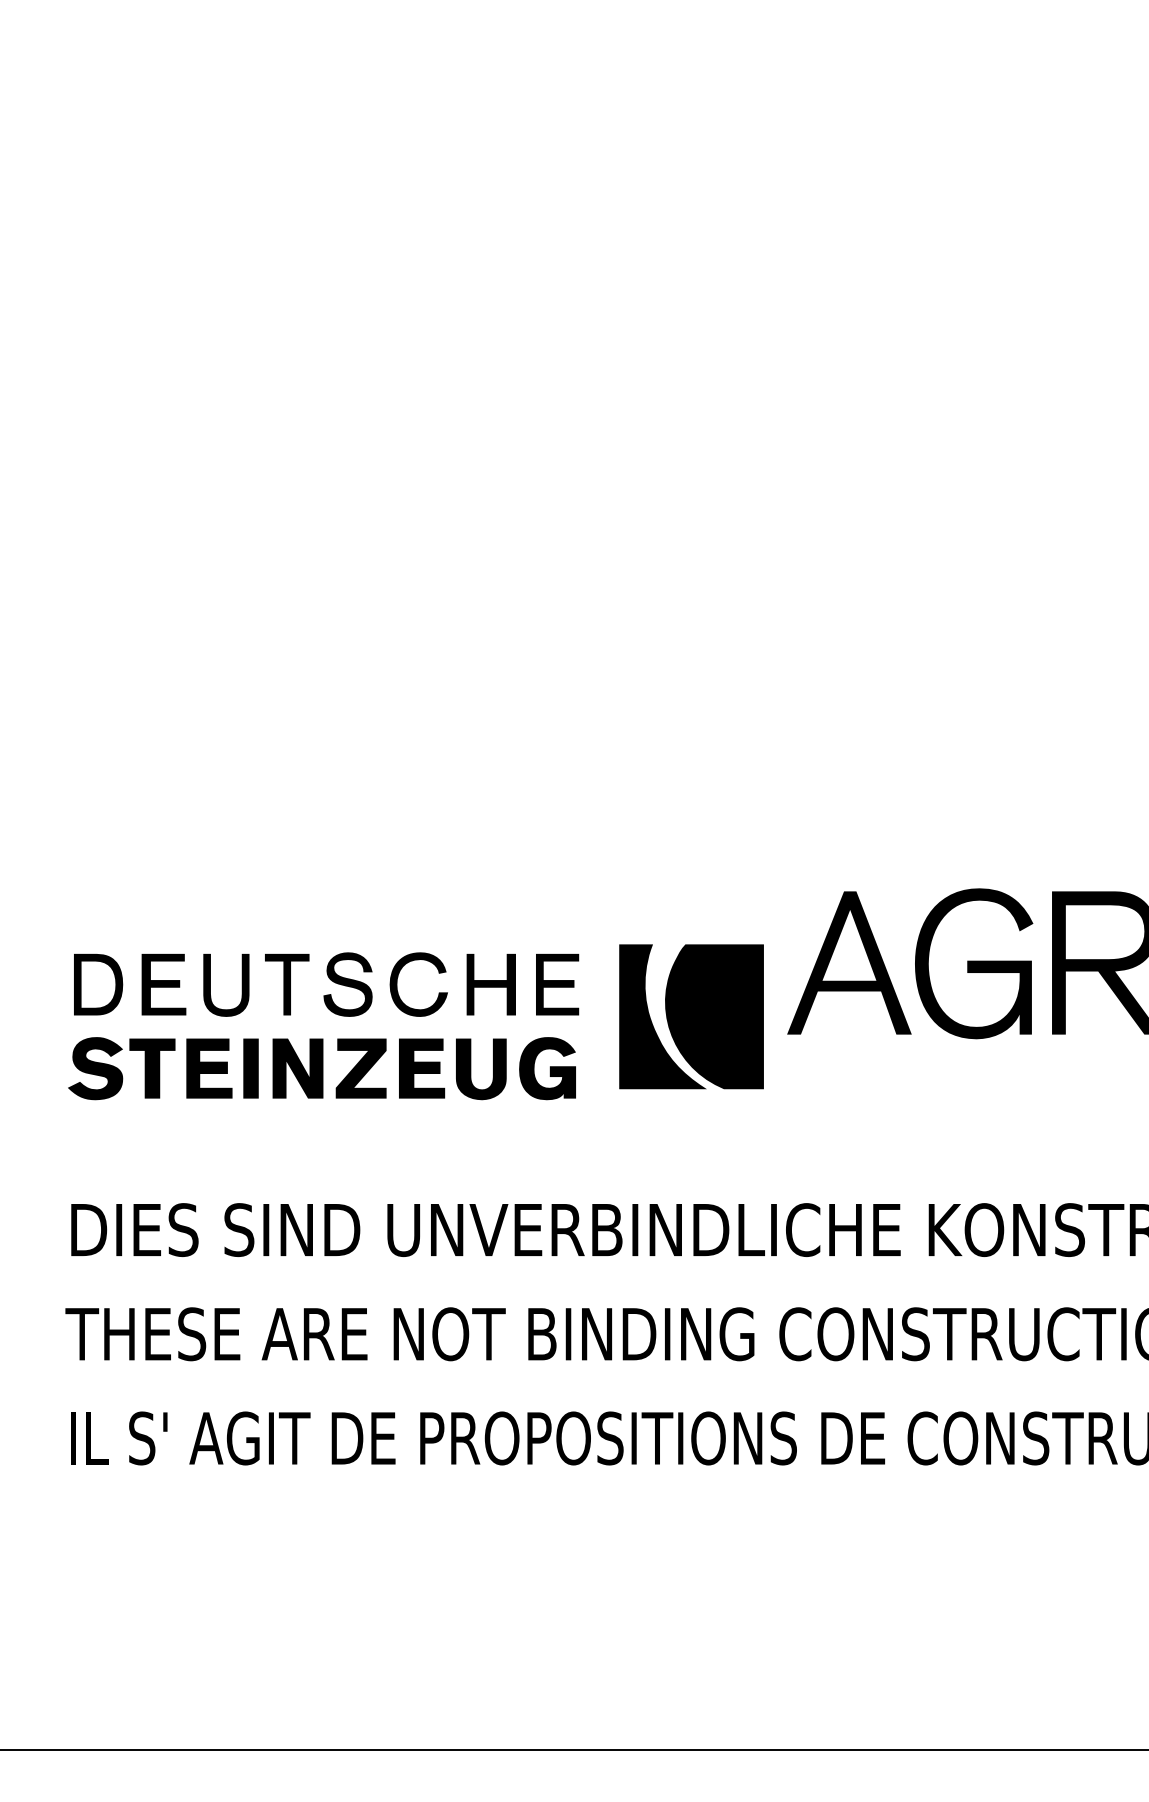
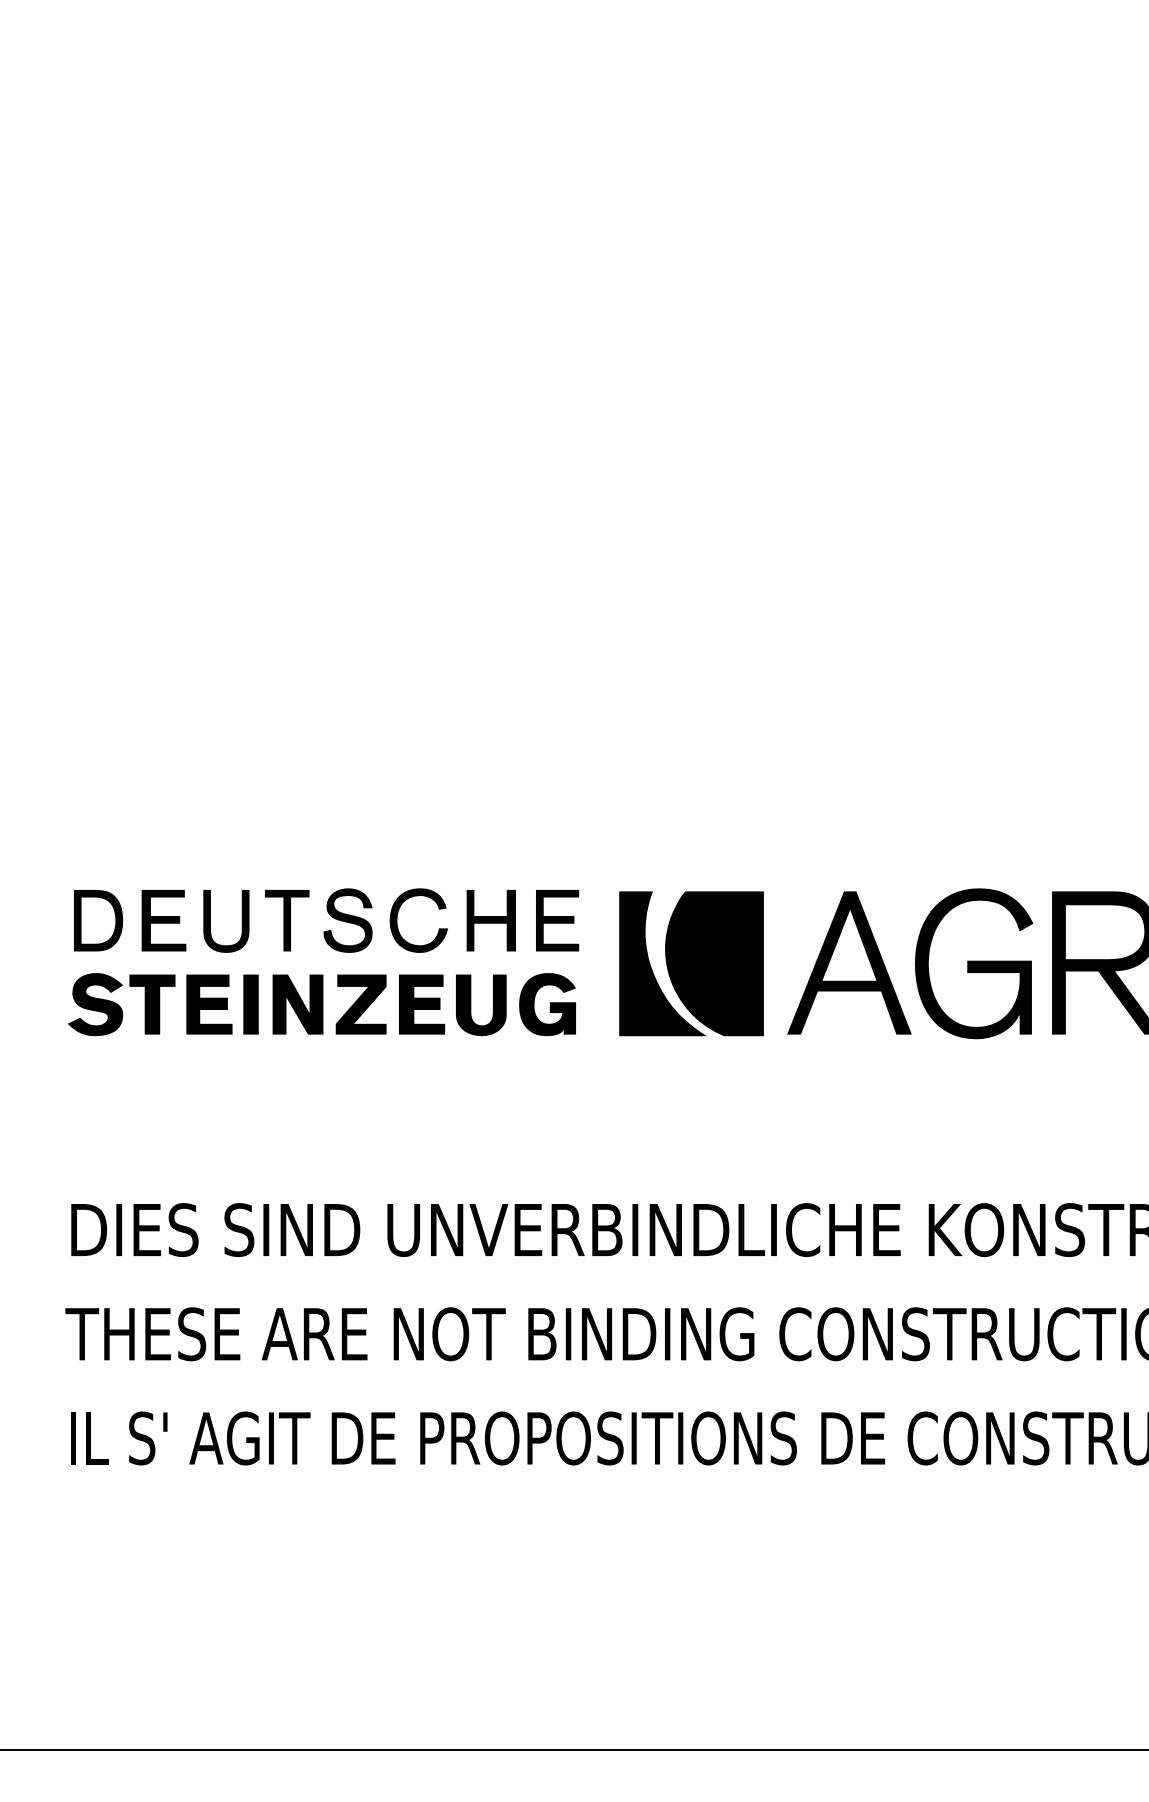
part at (691, 1016) position: (691, 1016) -> (691, 963)
part at (323, 1038) position: (323, 1038) -> (323, 974)
